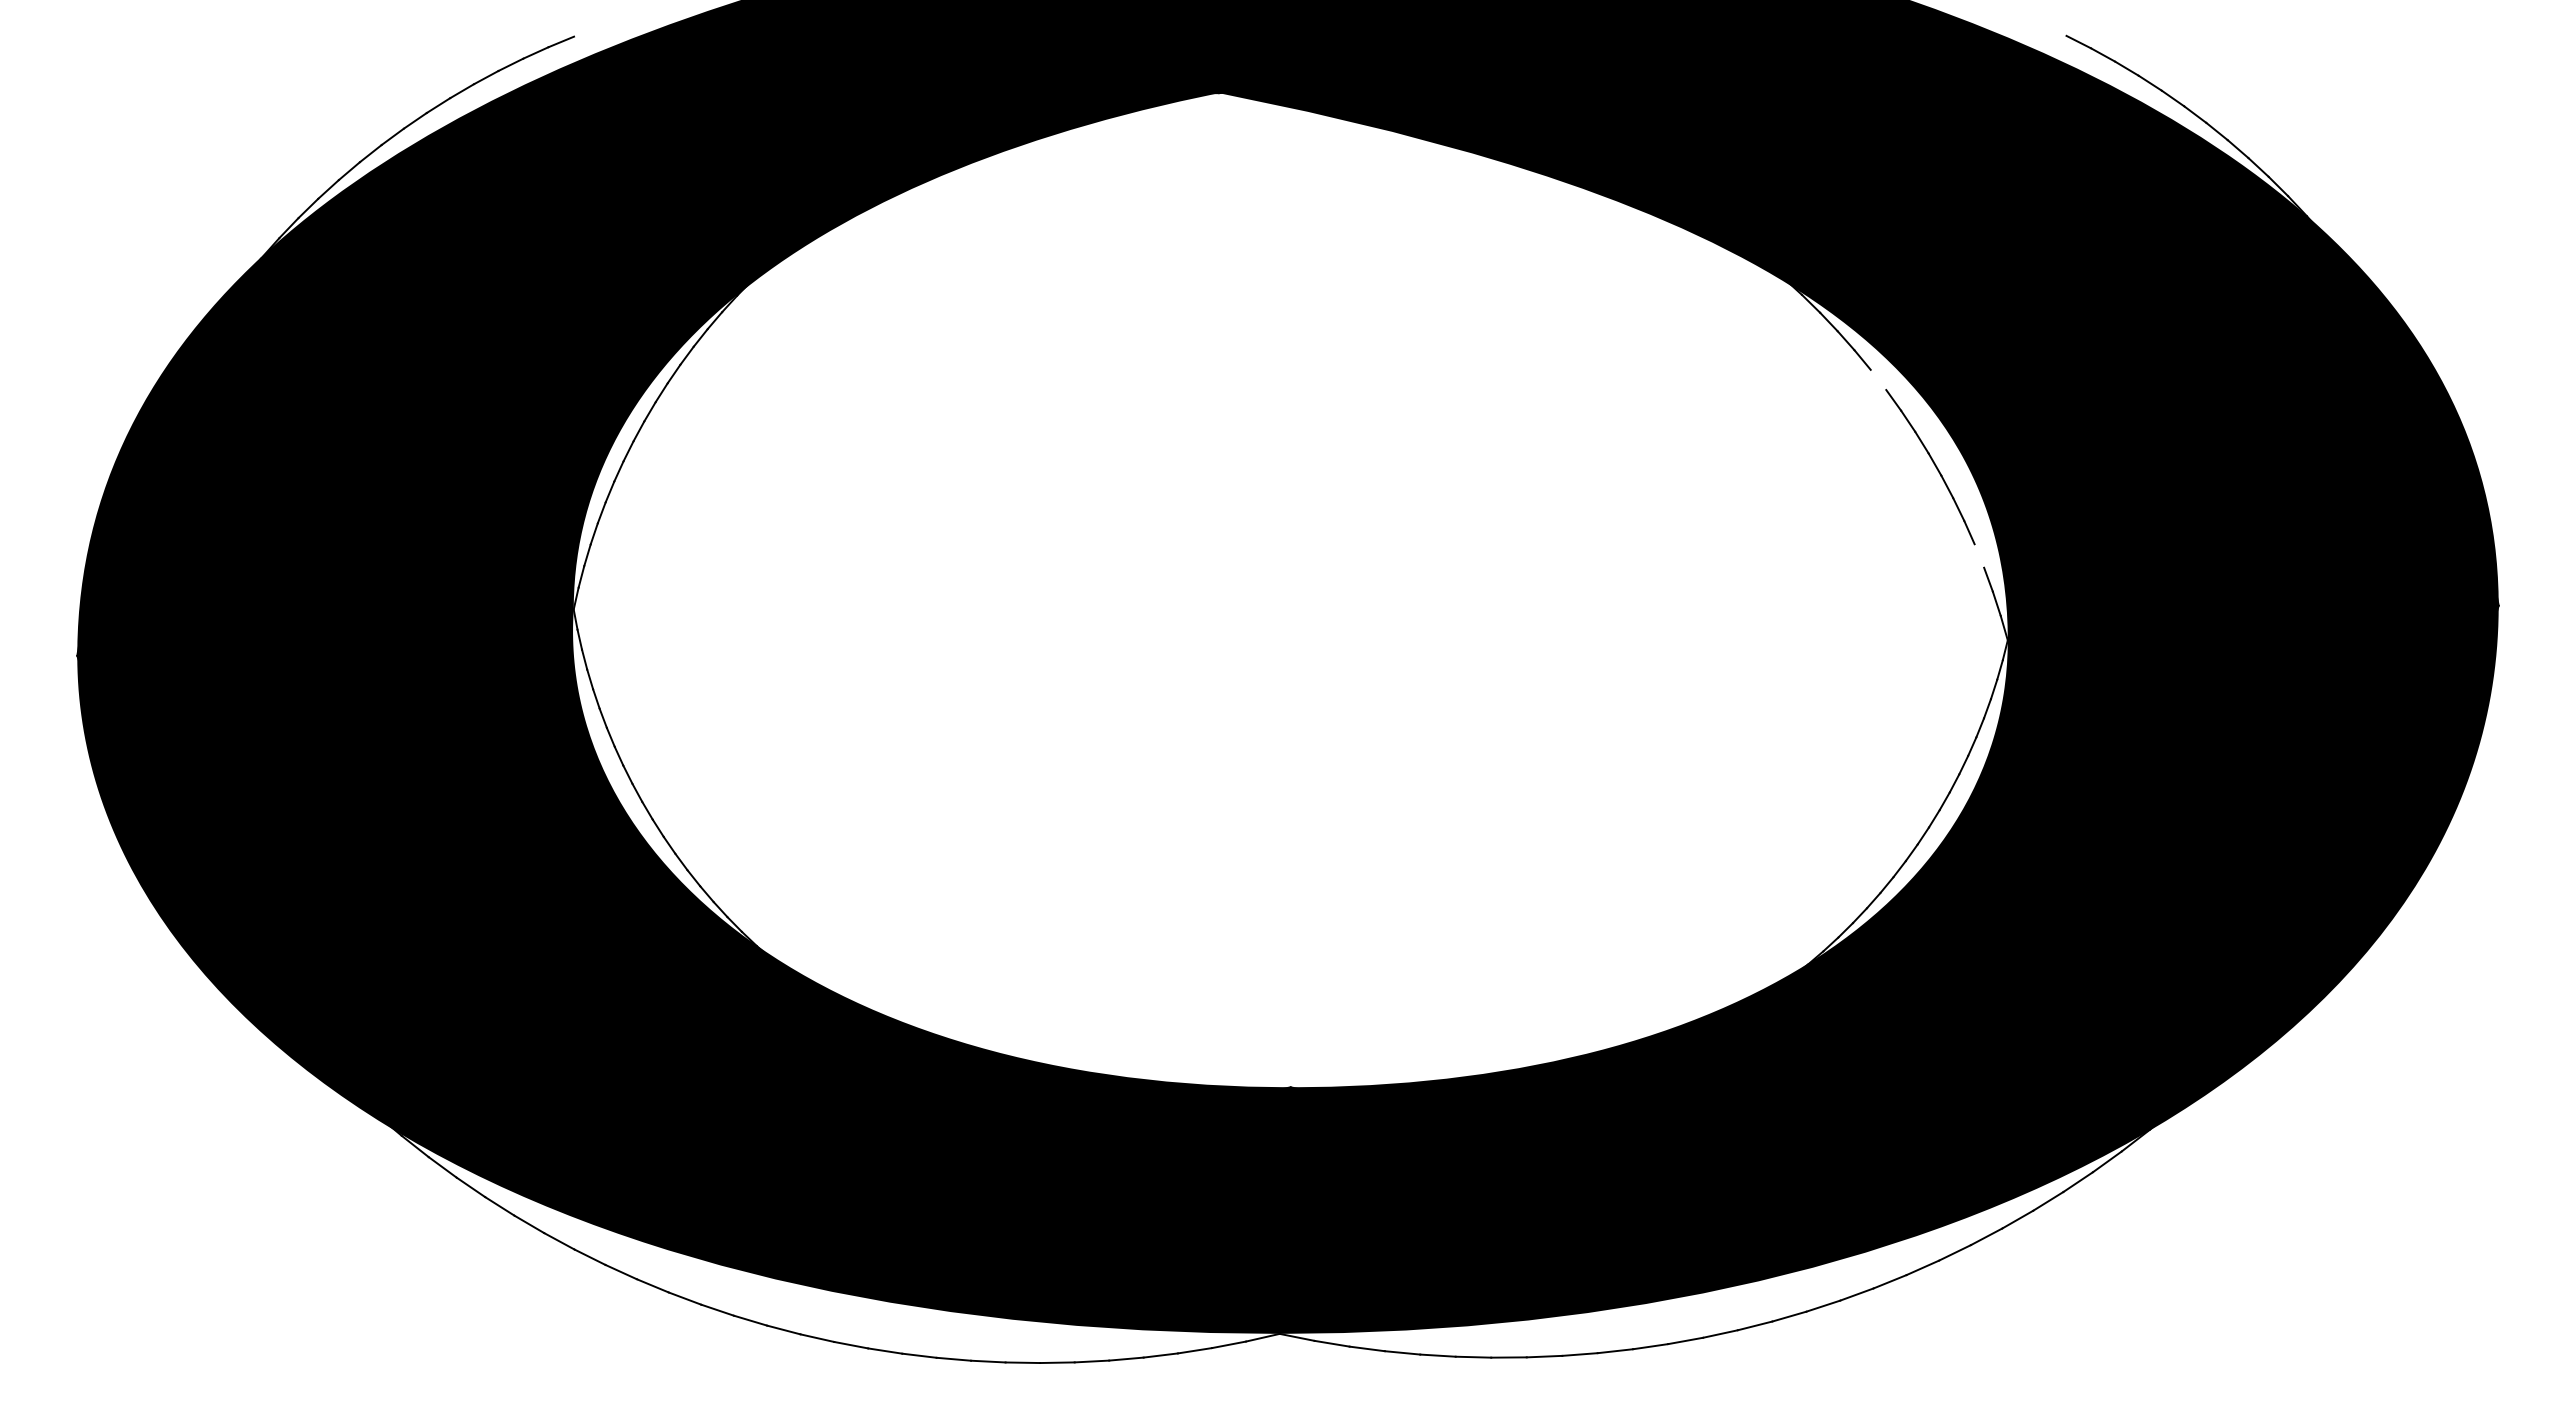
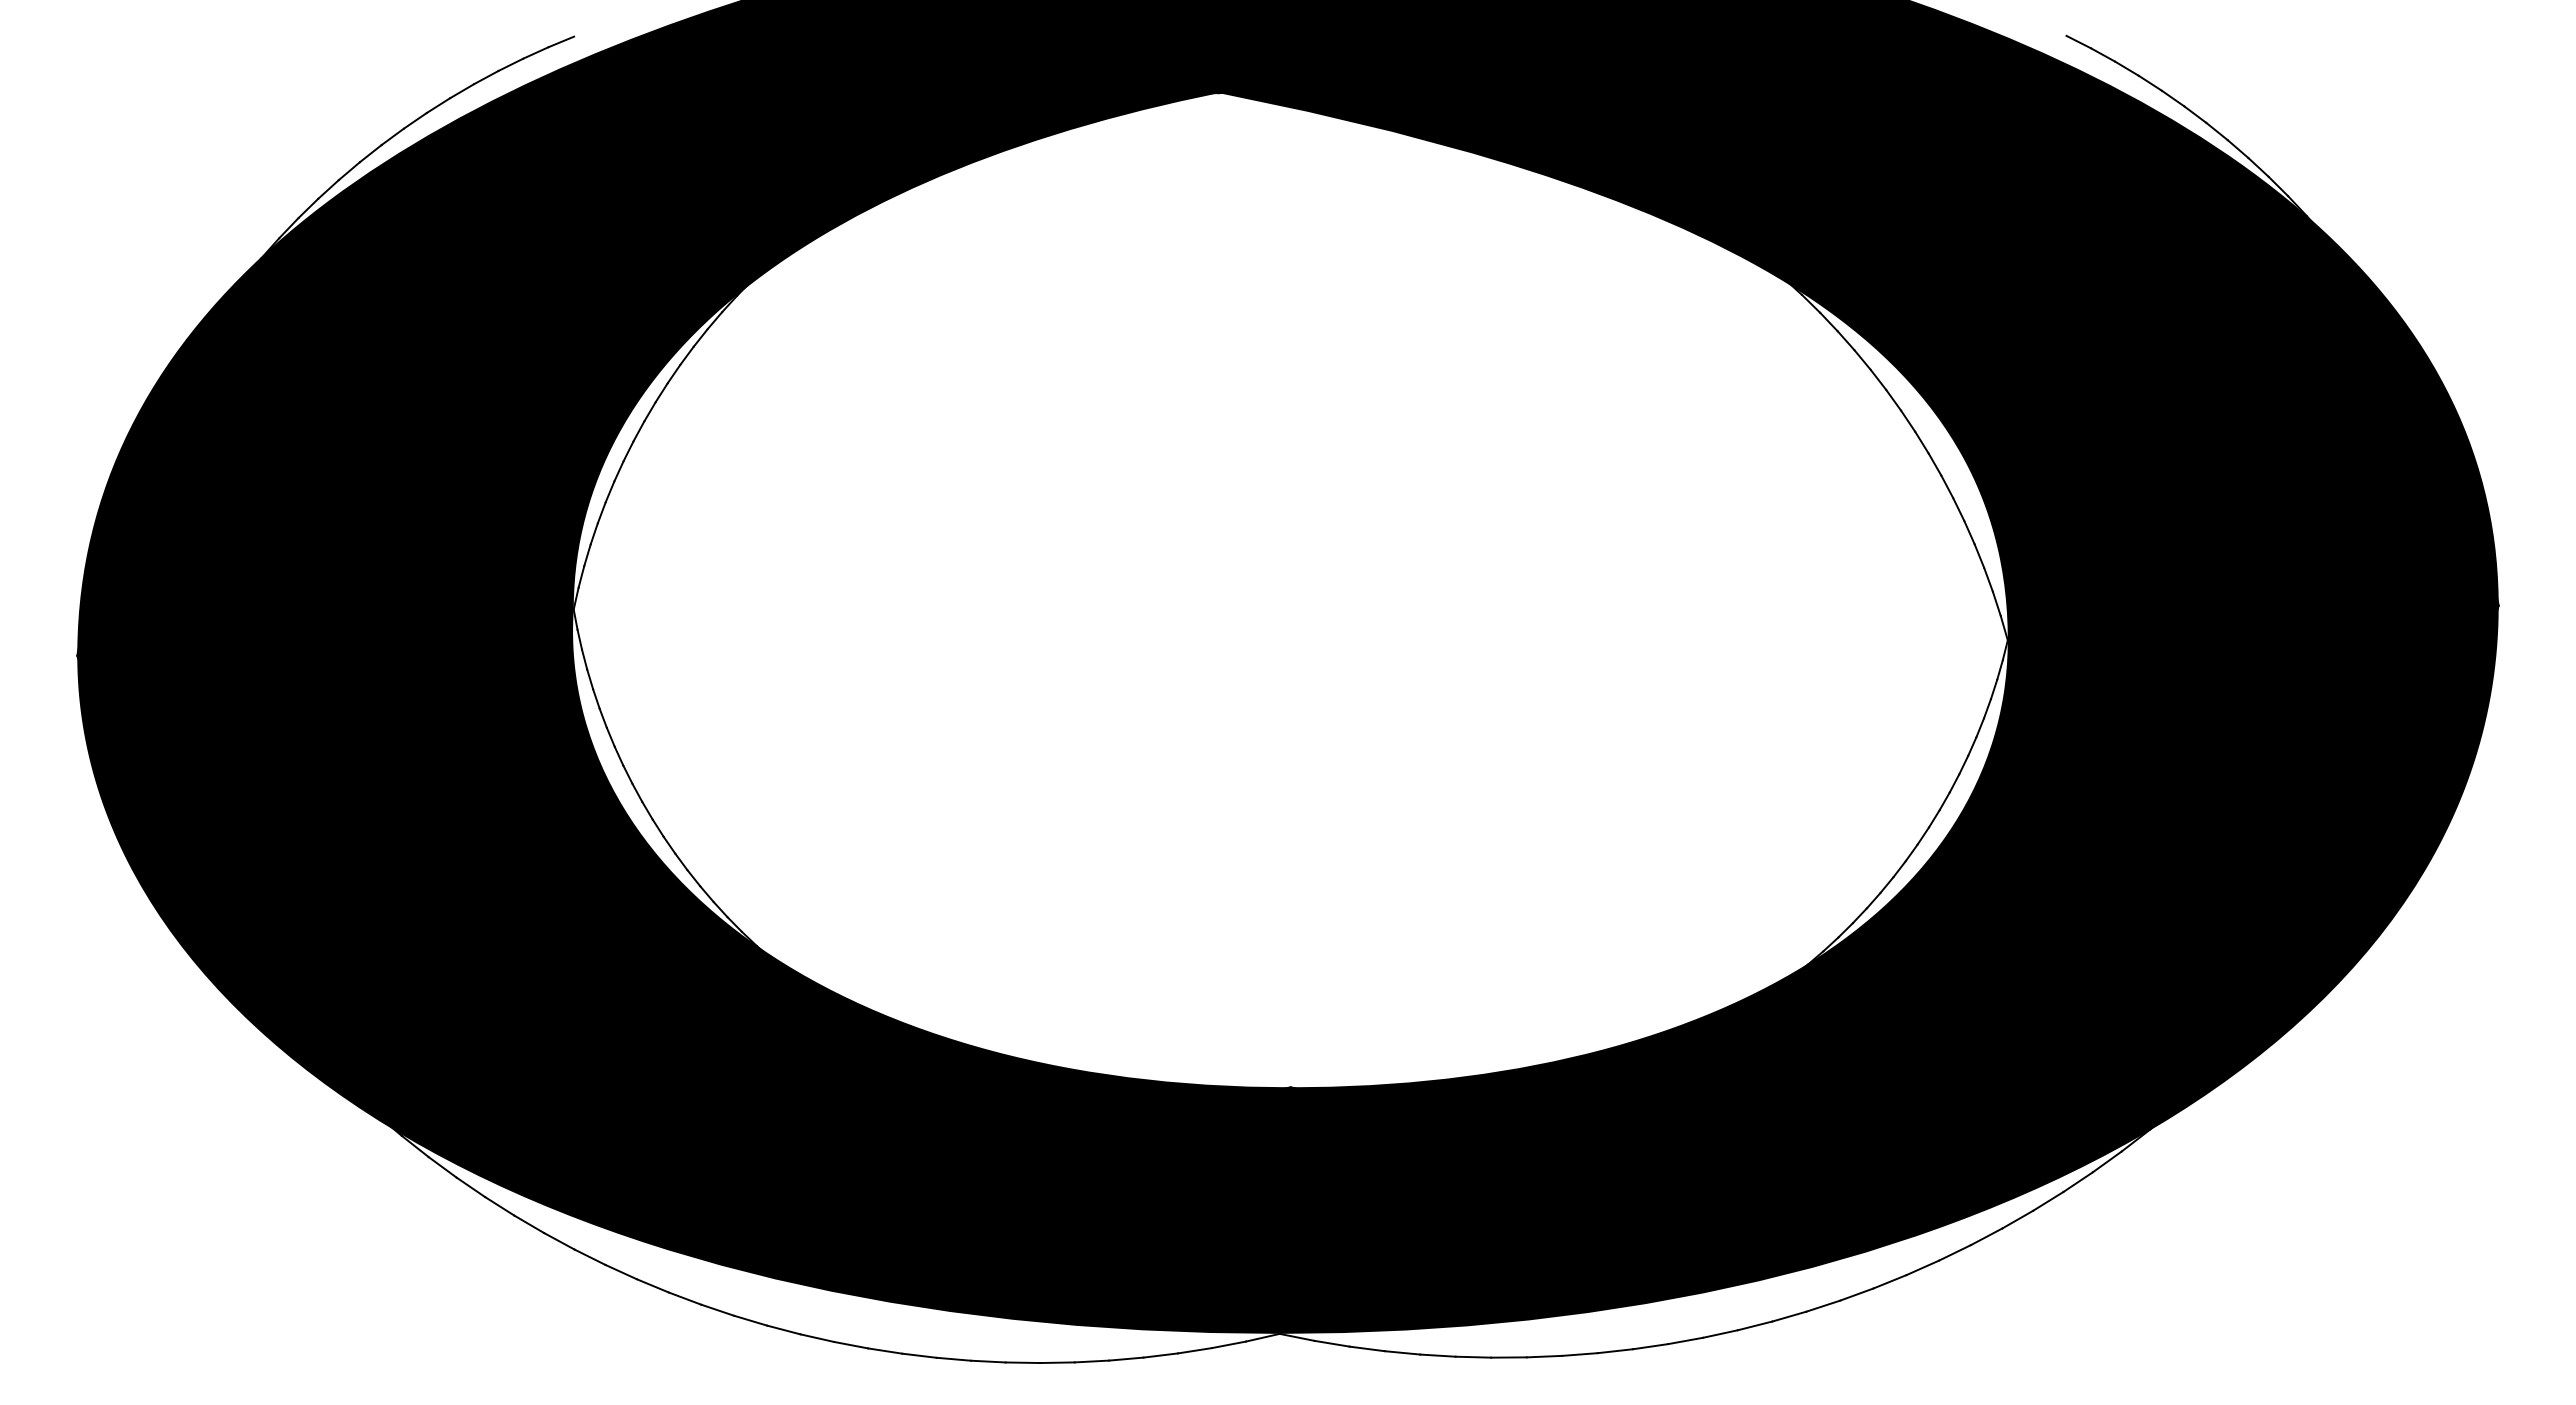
line at (1878, 379): none -> present
line at (1979, 555): none -> present
